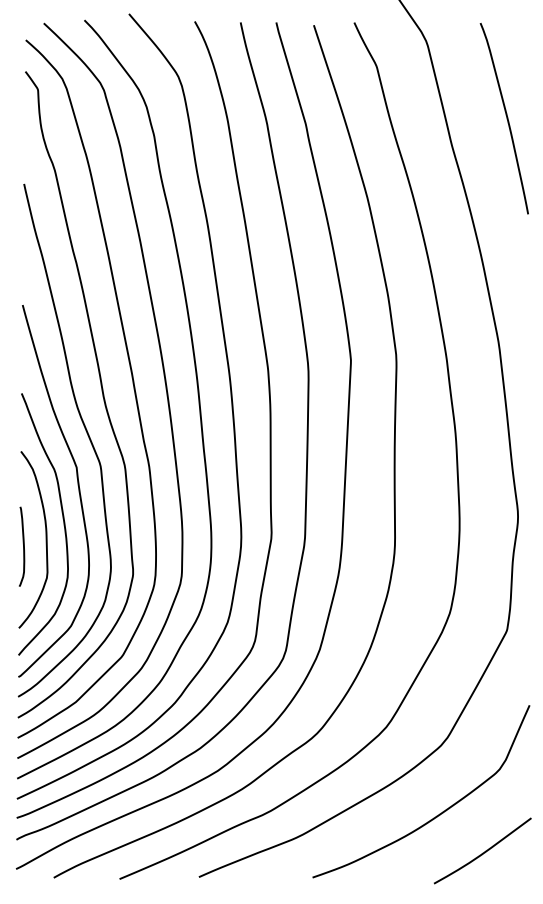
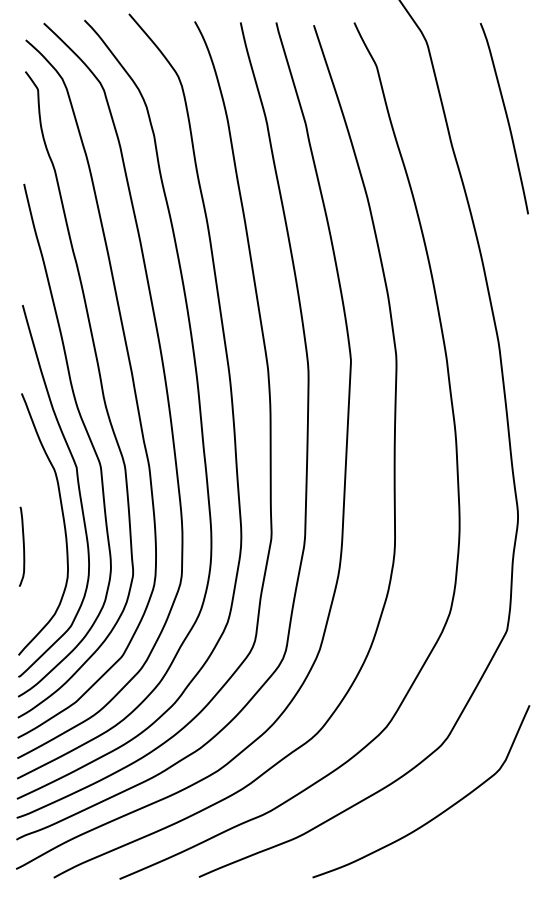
curve at (45, 539): present -> none
curve at (482, 852): present -> none
